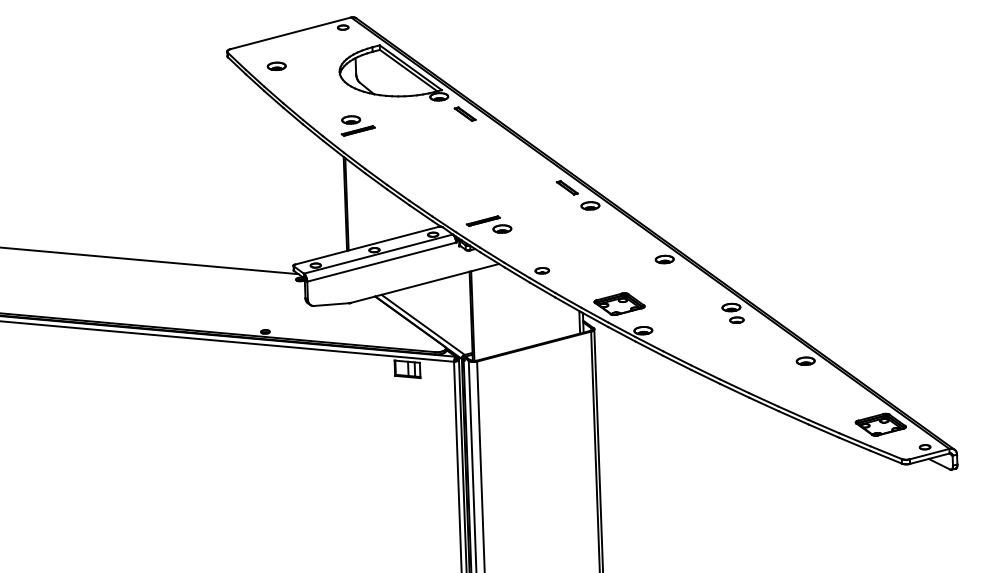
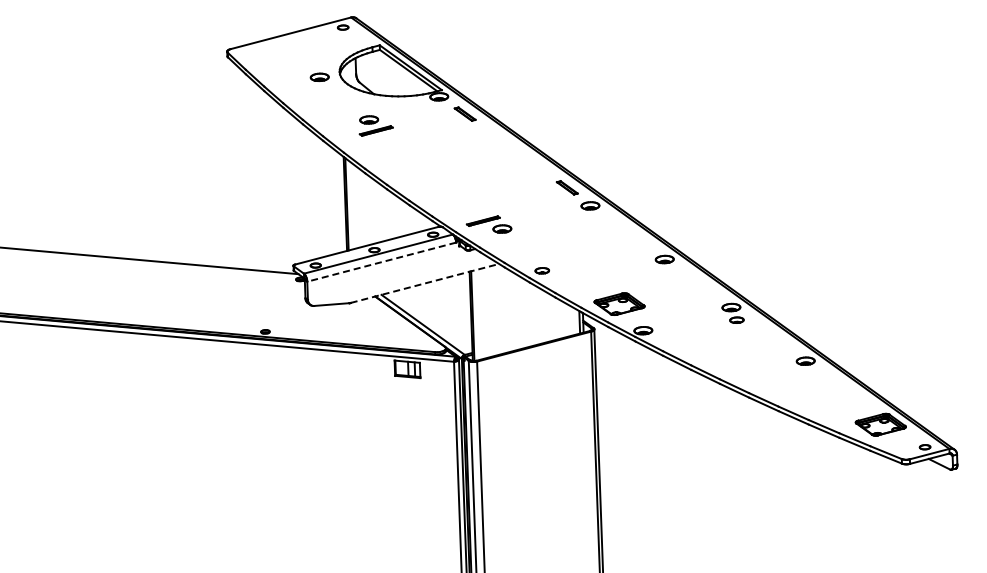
part at (276, 65) position: (276, 65) -> (319, 76)
part at (357, 125) position: (357, 125) -> (375, 125)
line at (381, 262): solid -> dashed
line at (424, 283): solid -> dashed
